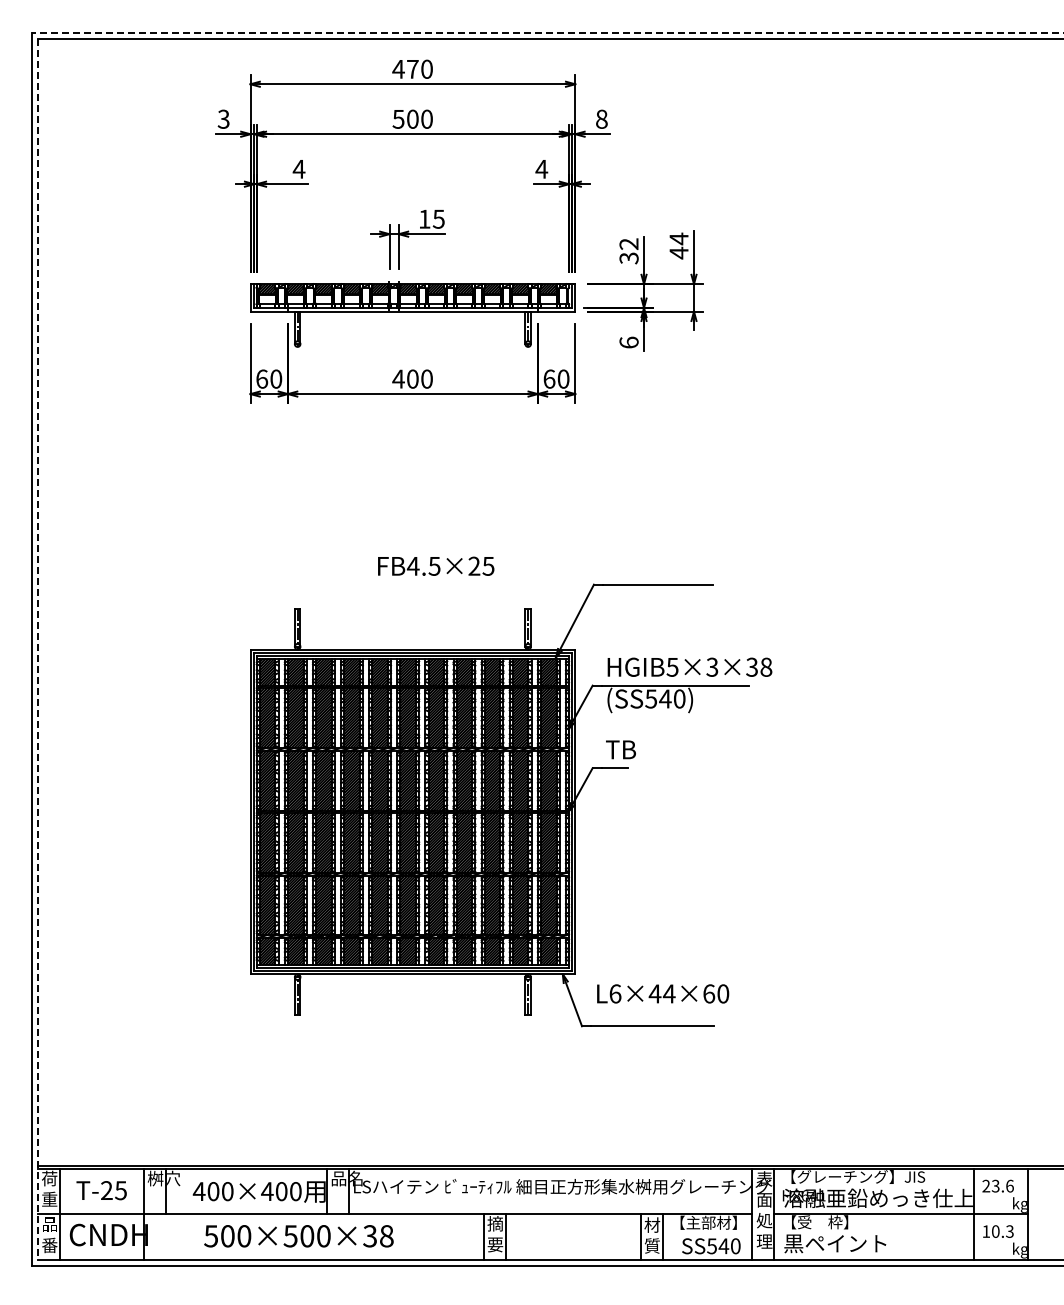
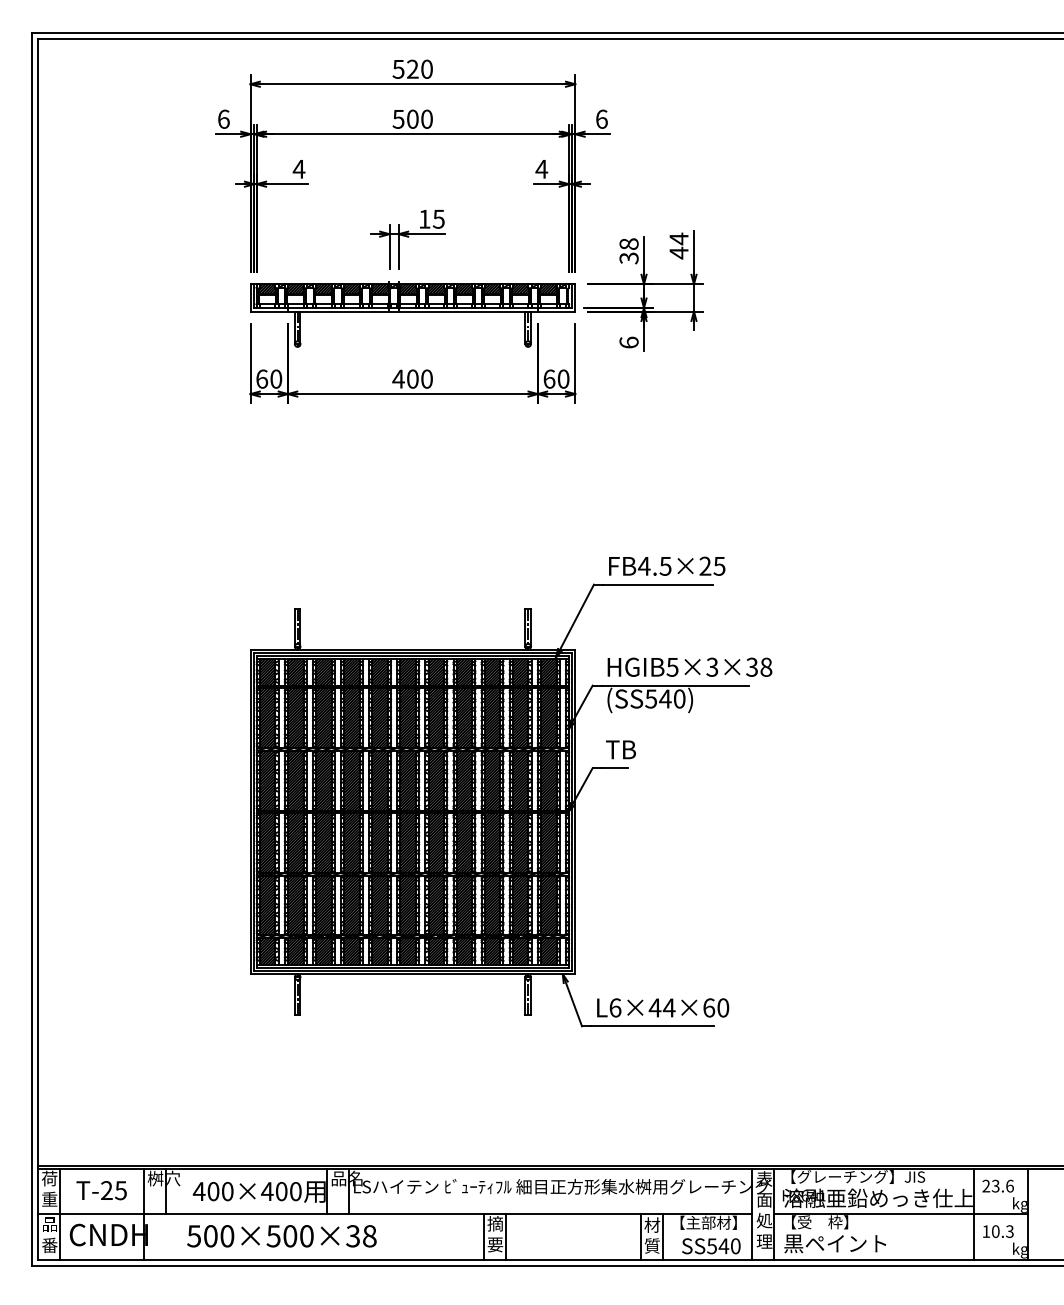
line at (547, 33): dashed -> solid
text at (405, 68): 470 -> 520
text at (223, 118): 3 -> 6
text at (601, 118): 8 -> 6
text at (628, 244): 32 -> 38
text at (436, 565) position: (436, 565) -> (667, 565)
line at (38, 649): dashed -> solid
text at (663, 993) position: (663, 993) -> (663, 1007)
text at (298, 1236) position: (298, 1236) -> (281, 1236)
